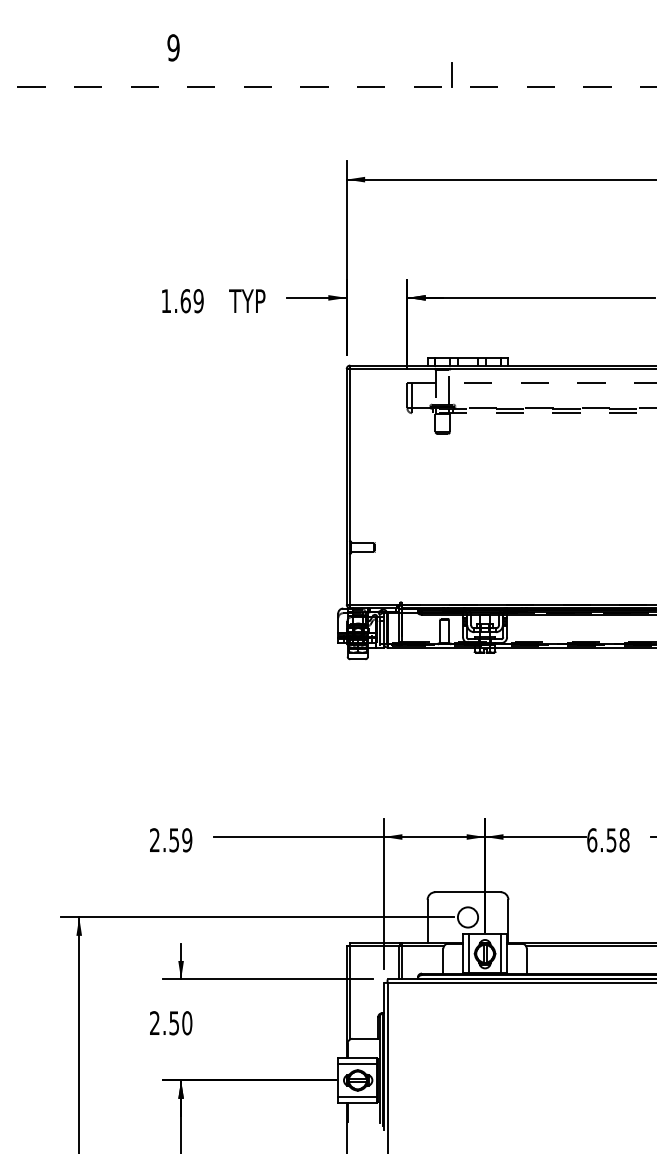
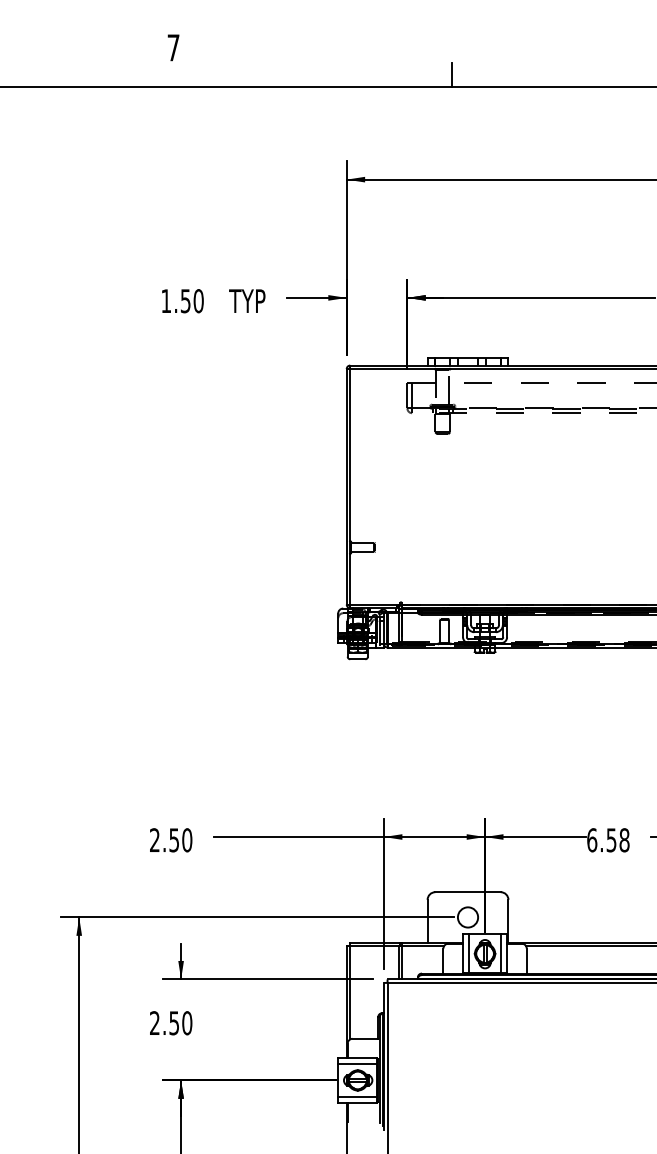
text at (173, 47): 9 -> 7
line at (329, 87): dashed -> solid
text at (191, 301): 1.69 -> 1.50
text at (187, 840): 2.59 -> 2.50
